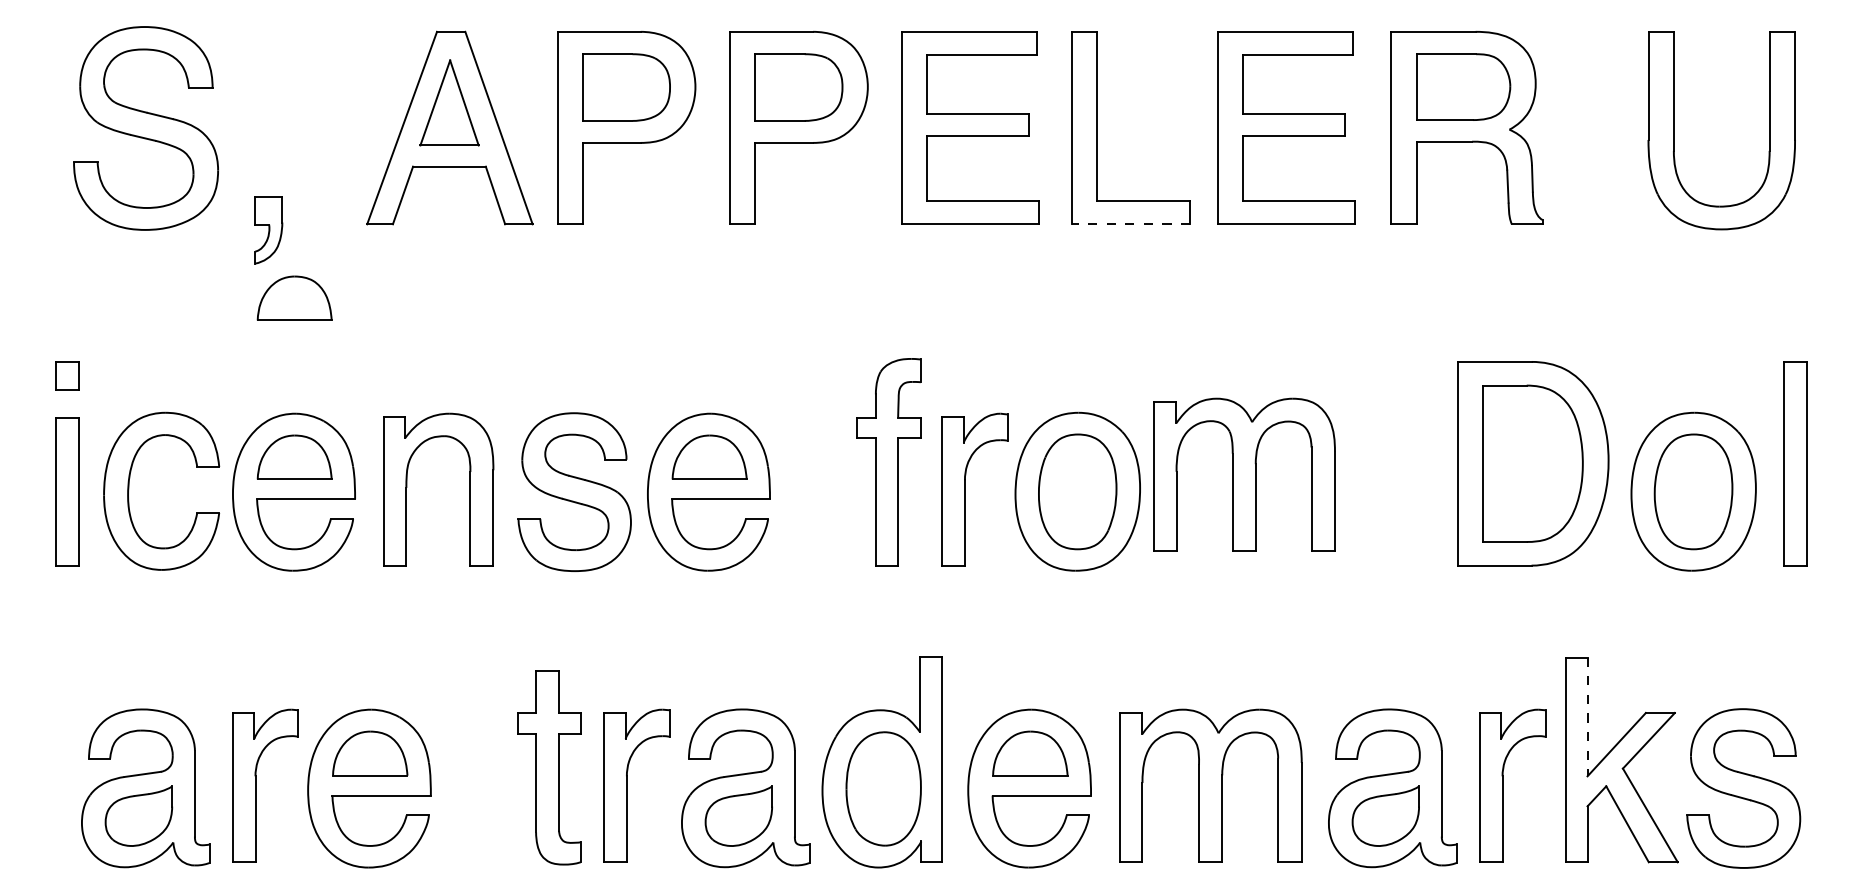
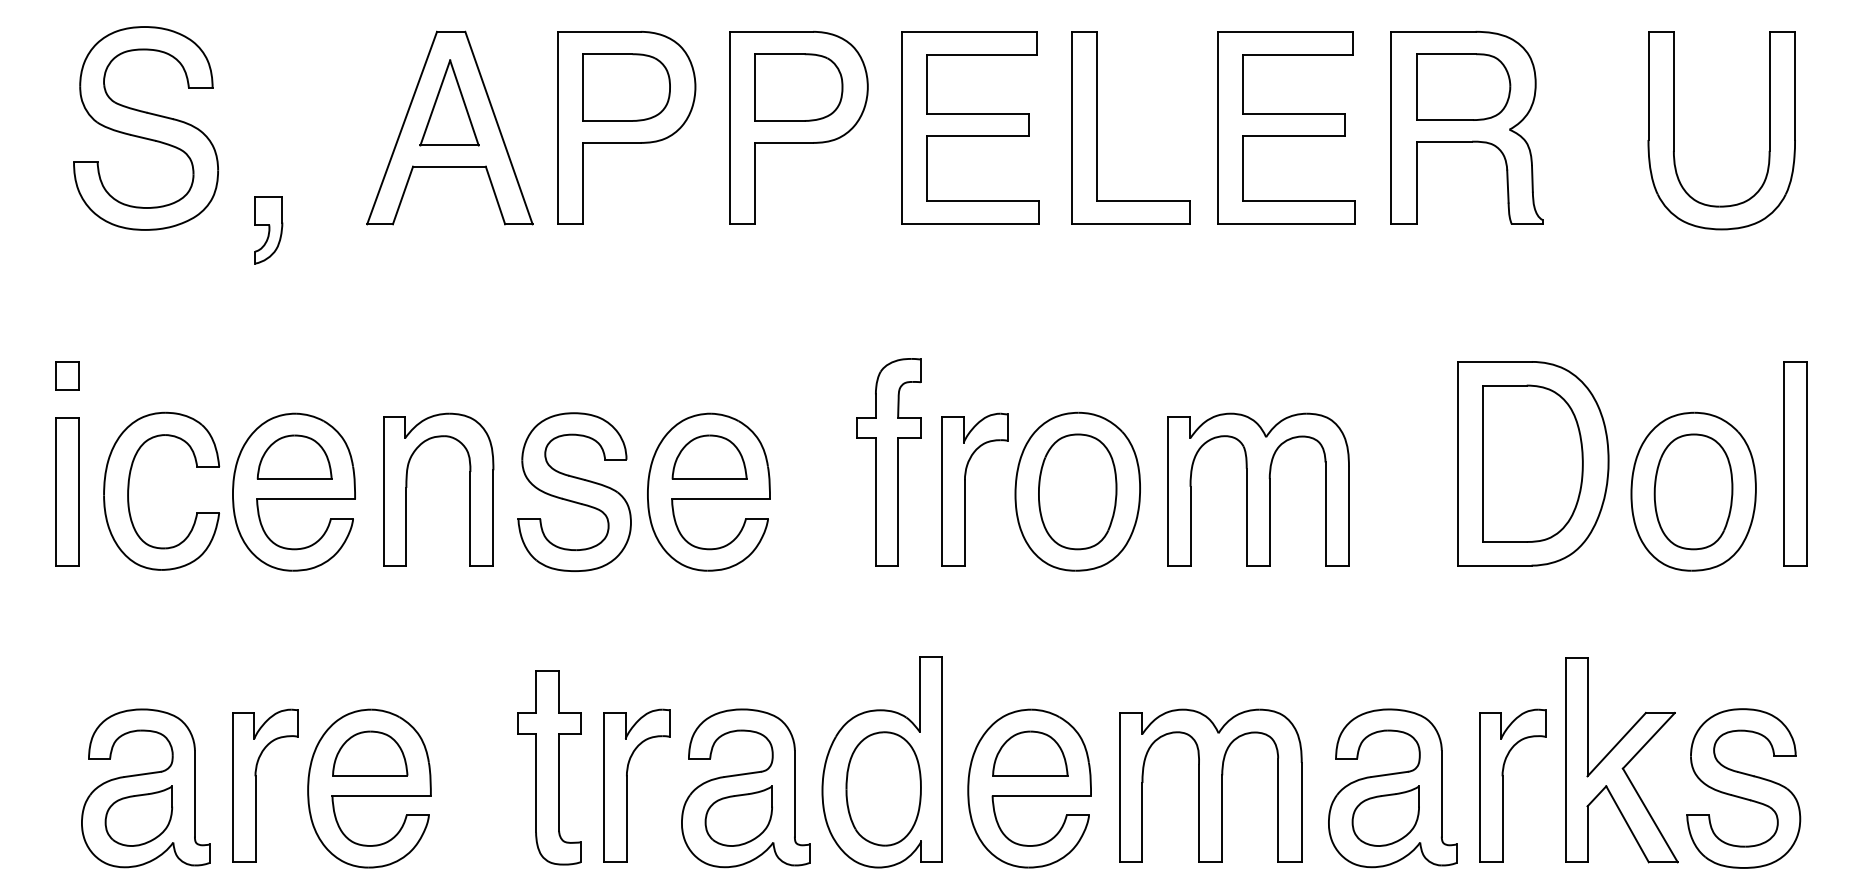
line at (1130, 224): dashed -> solid
part at (294, 297): present -> none
part at (1244, 474) position: (1244, 474) -> (1258, 489)
line at (1587, 717): dashed -> solid
